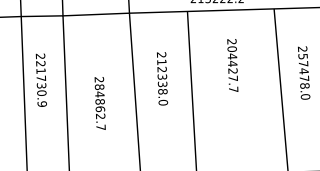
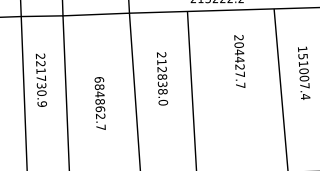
text at (232, 65) position: (232, 65) -> (239, 61)
text at (304, 72): 257478.0 -> 151007.4
text at (161, 76): 212338.0 -> 212838.0
text at (99, 79): 284862.7 -> 684862.7
